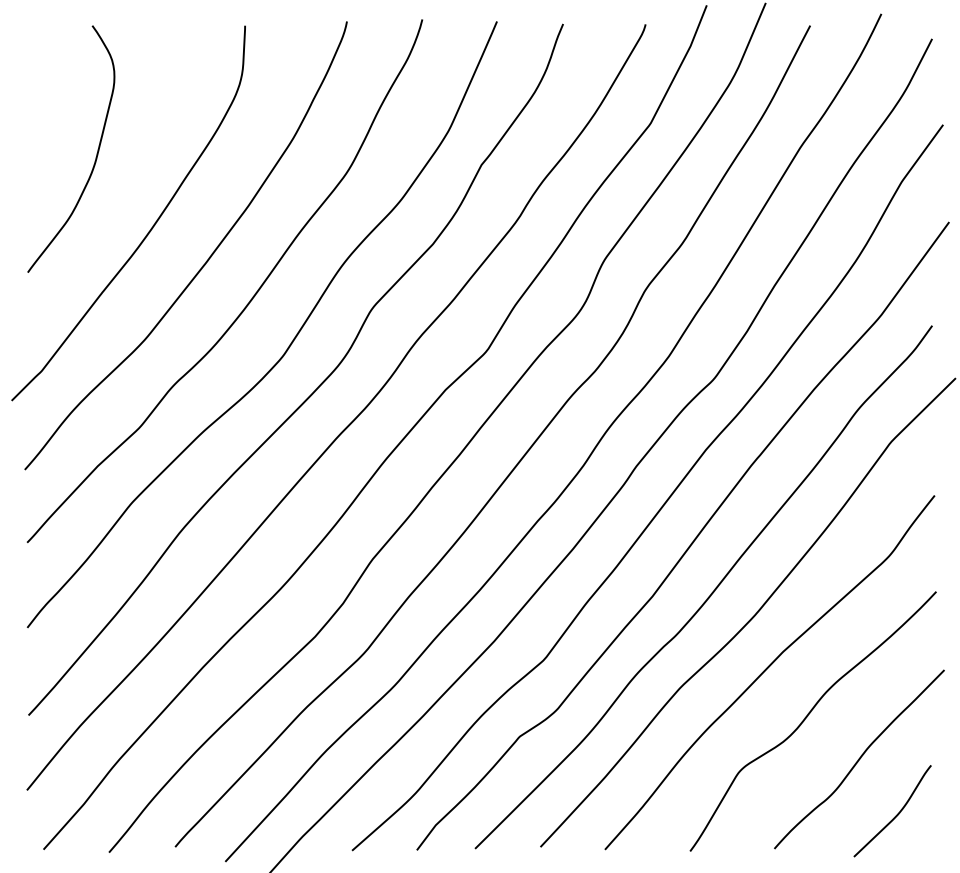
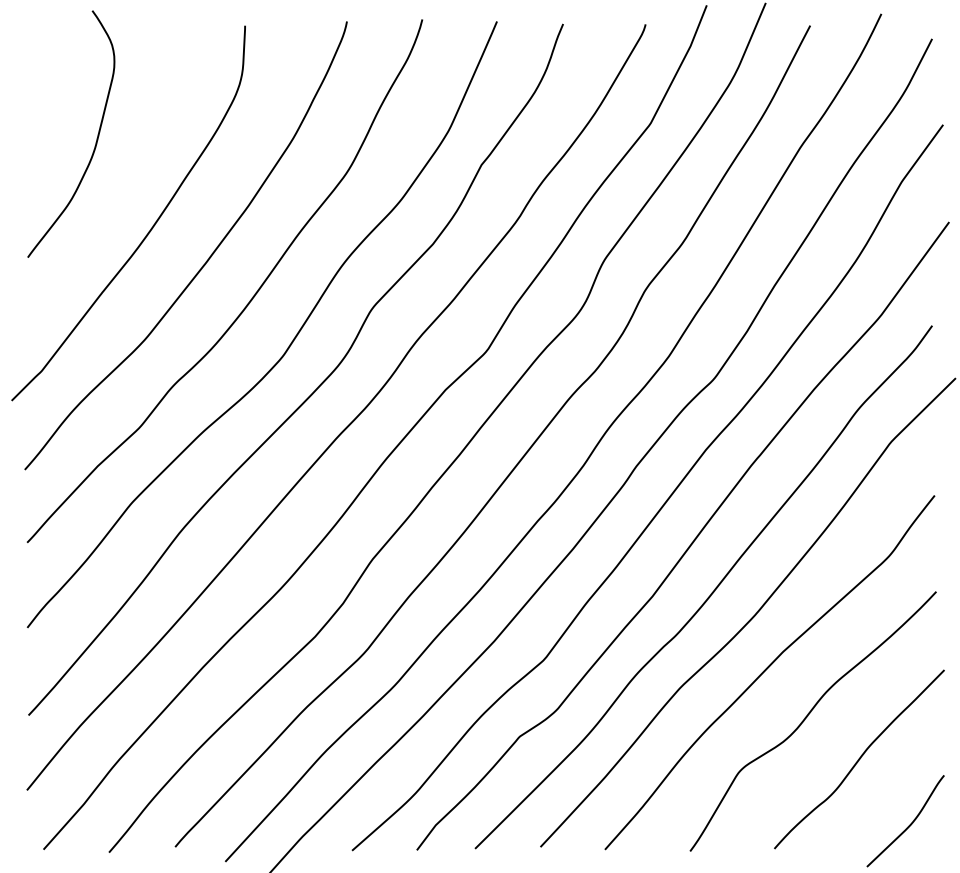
curve at (96, 153) position: (96, 153) -> (96, 138)
curve at (896, 814) position: (896, 814) -> (909, 824)
